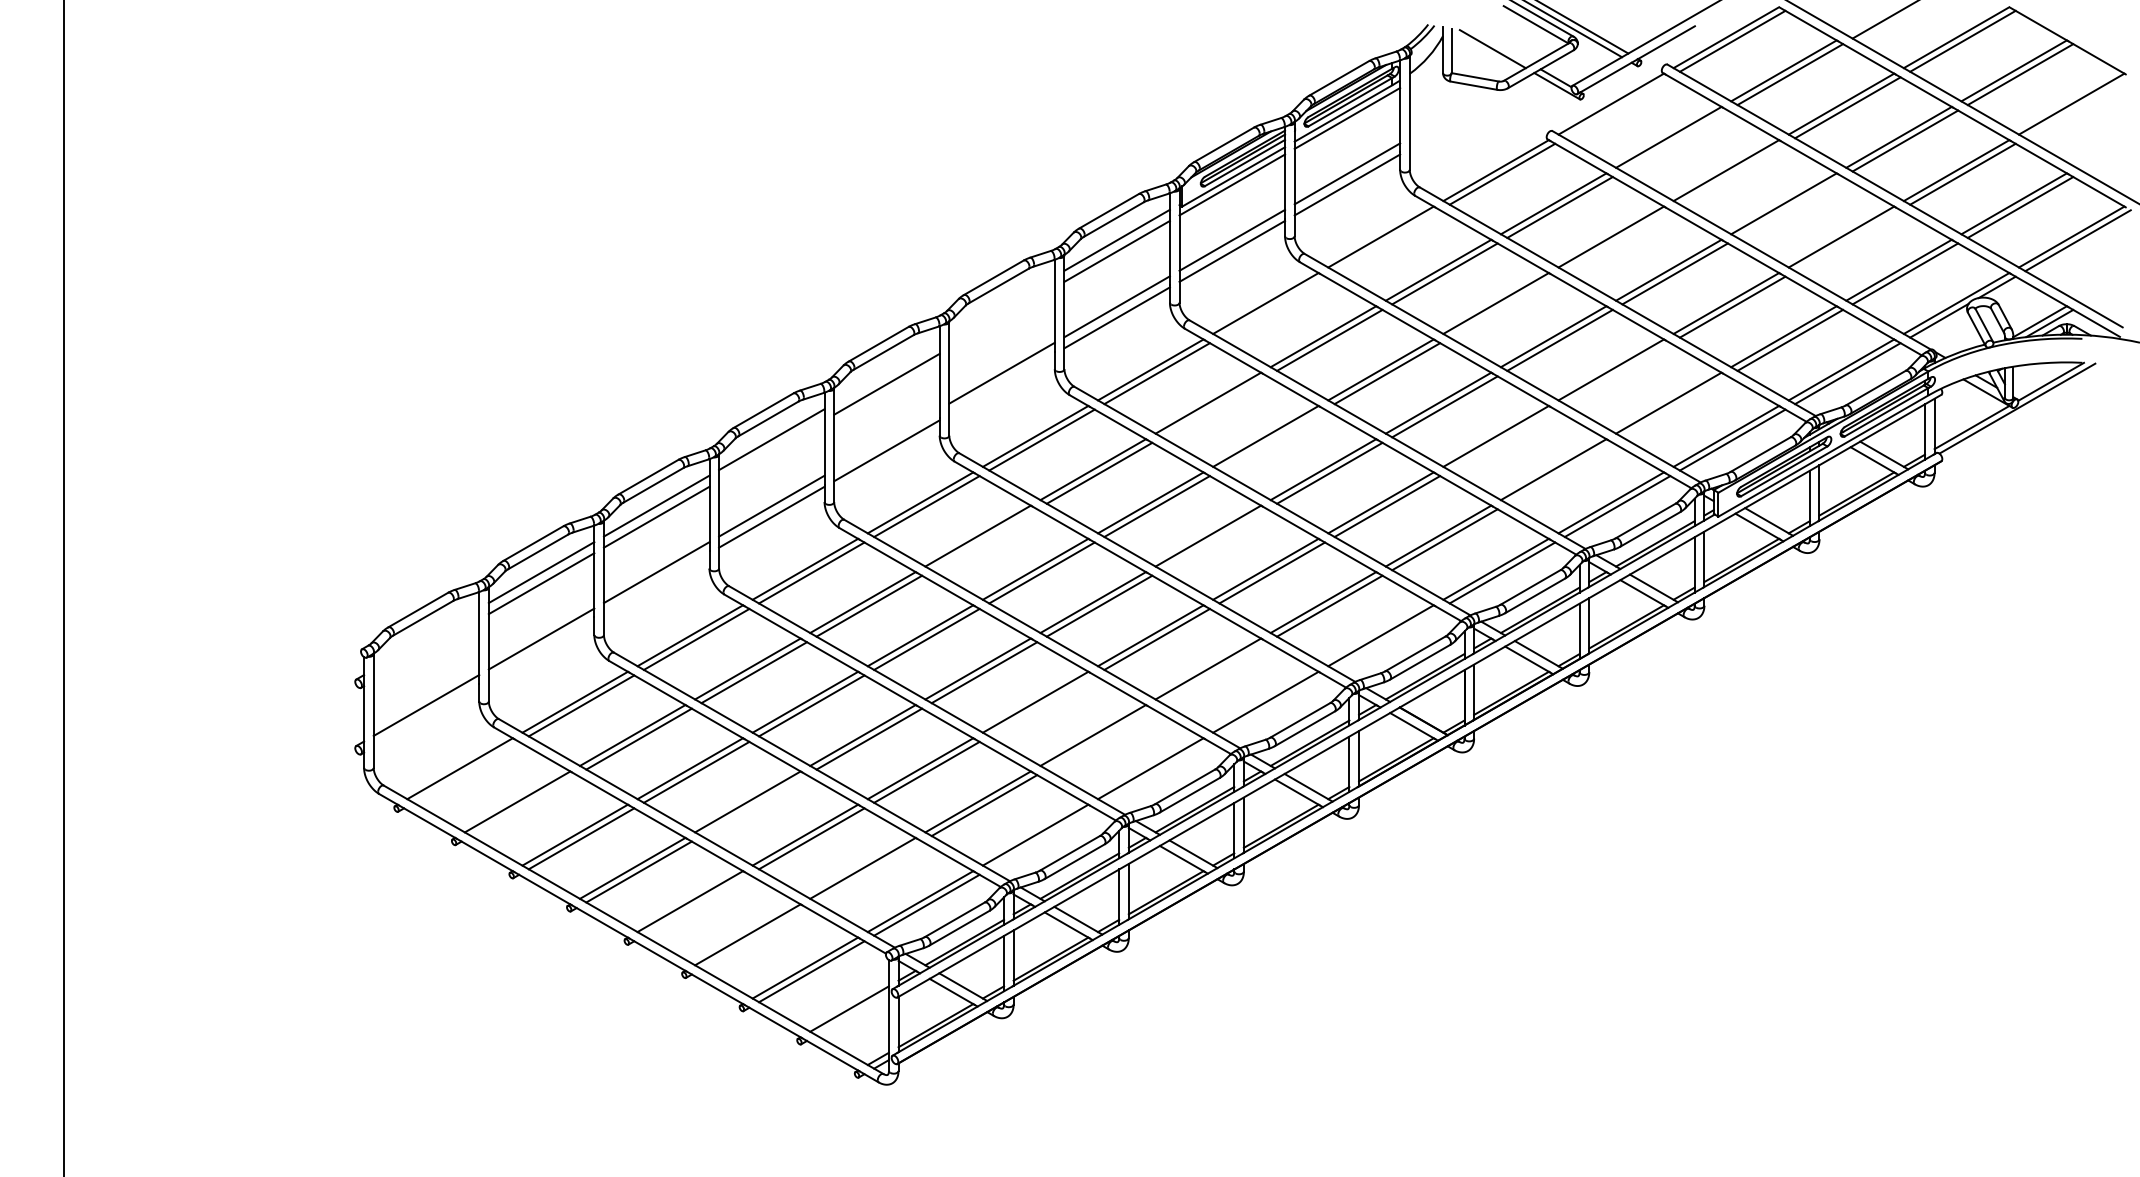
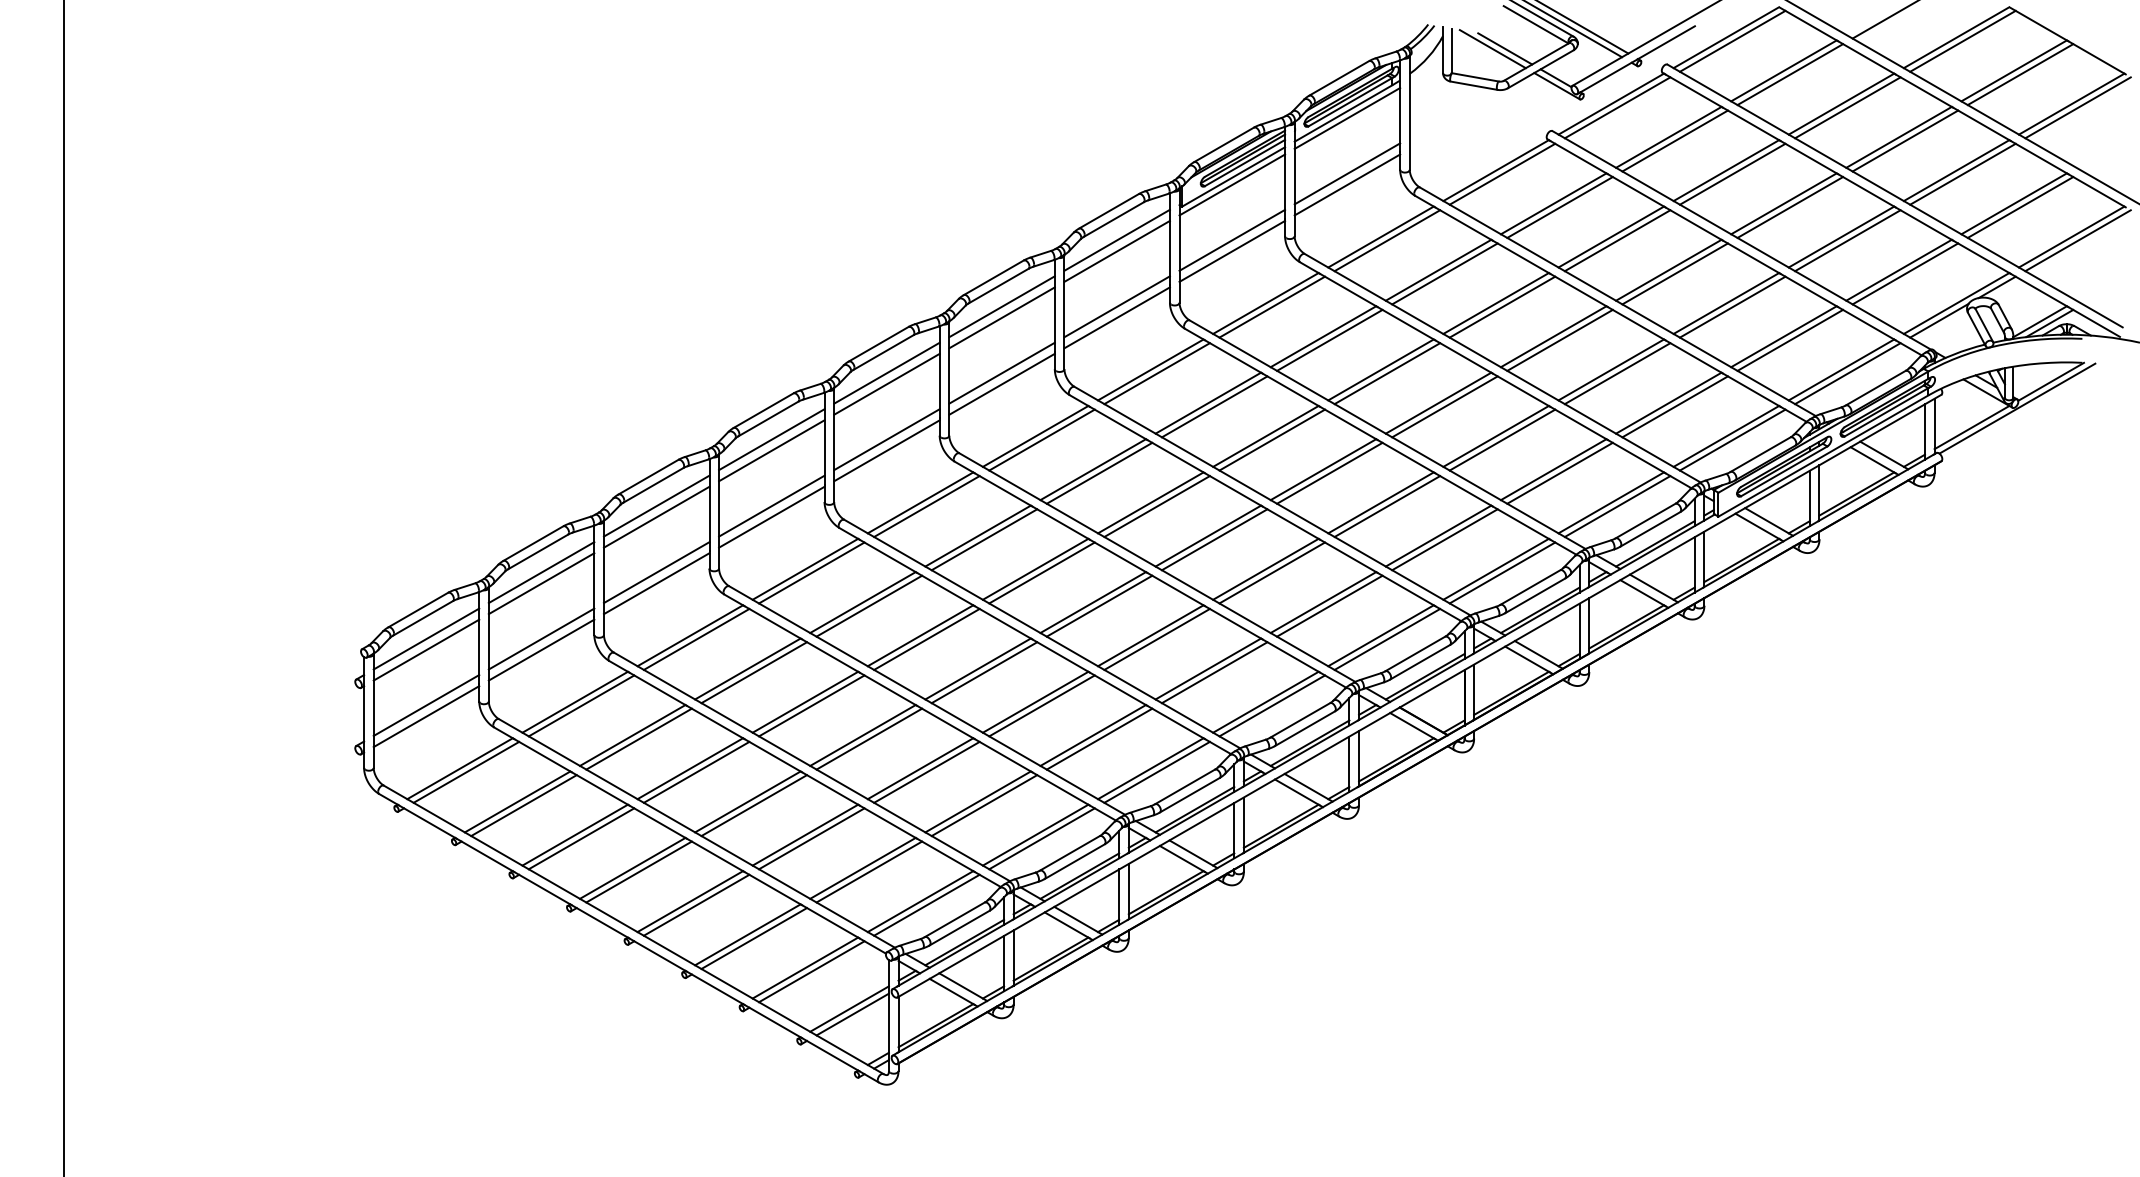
line at (1505, 48): none -> present
line at (1617, 107): none -> present
line at (2077, 107): none -> present
line at (1674, 140): none -> present
line at (1732, 173): none -> present
line at (1790, 207): none -> present
line at (1387, 240): none -> present
line at (1617, 240): none -> present
line at (1847, 240): none -> present
line at (1001, 306): none -> present
line at (1272, 306): none -> present
line at (1502, 306): none -> present
line at (1001, 317): none -> present
line at (886, 372): none -> present
line at (1617, 373): none -> present
line at (1001, 383): none -> present
line at (1214, 406): none -> present
line at (1674, 406): none -> present
line at (886, 439): none -> present
line at (1272, 439): none -> present
line at (1502, 439): none -> present
line at (771, 450): none -> present
line at (1559, 472): none -> present
line at (984, 539): none -> present
line at (1214, 539): none -> present
line at (656, 583): none -> present
line at (426, 638): none -> present
line at (1387, 638): none -> present
line at (426, 649): none -> present
line at (541, 649): none -> present
line at (1214, 672): none -> present
line at (1041, 705): none -> present
line at (1272, 705): none -> present
line at (426, 716): none -> present
line at (1099, 738): none -> present
line at (466, 771): none -> present
line at (1156, 771): none -> present
line at (523, 805): none -> present
line at (754, 805): none -> present
line at (1041, 838): none -> present
line at (869, 871): none -> present
line at (696, 904): none -> present
line at (754, 938): none -> present
line at (852, 1014): none -> present
